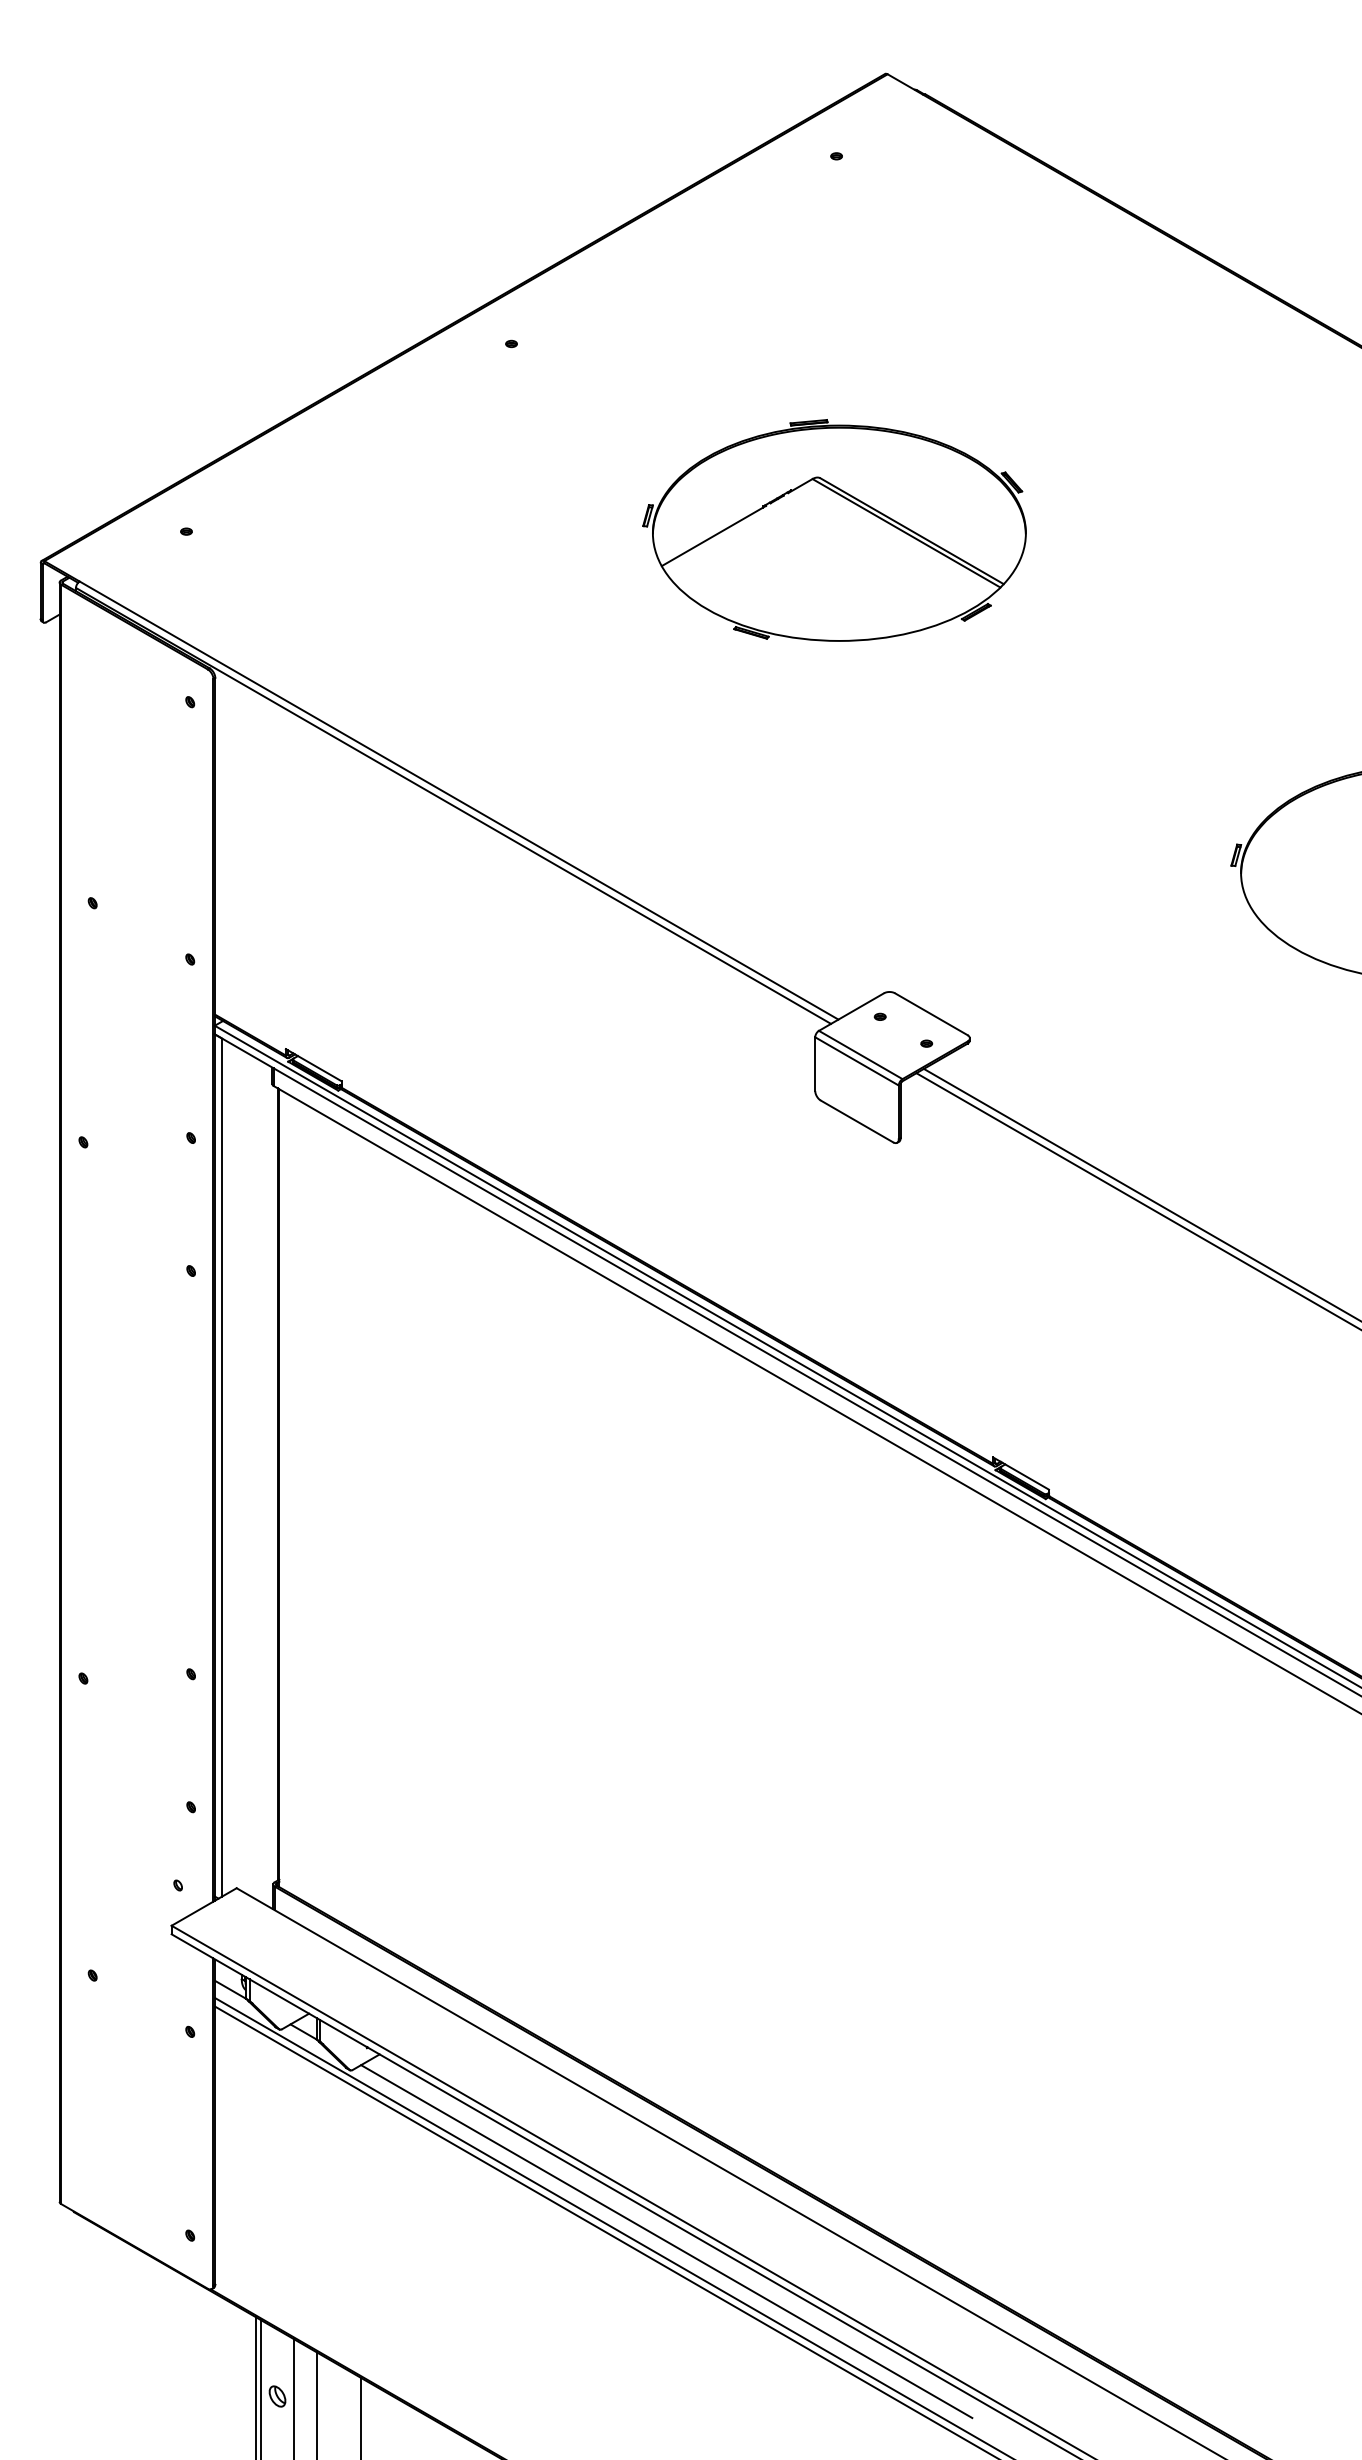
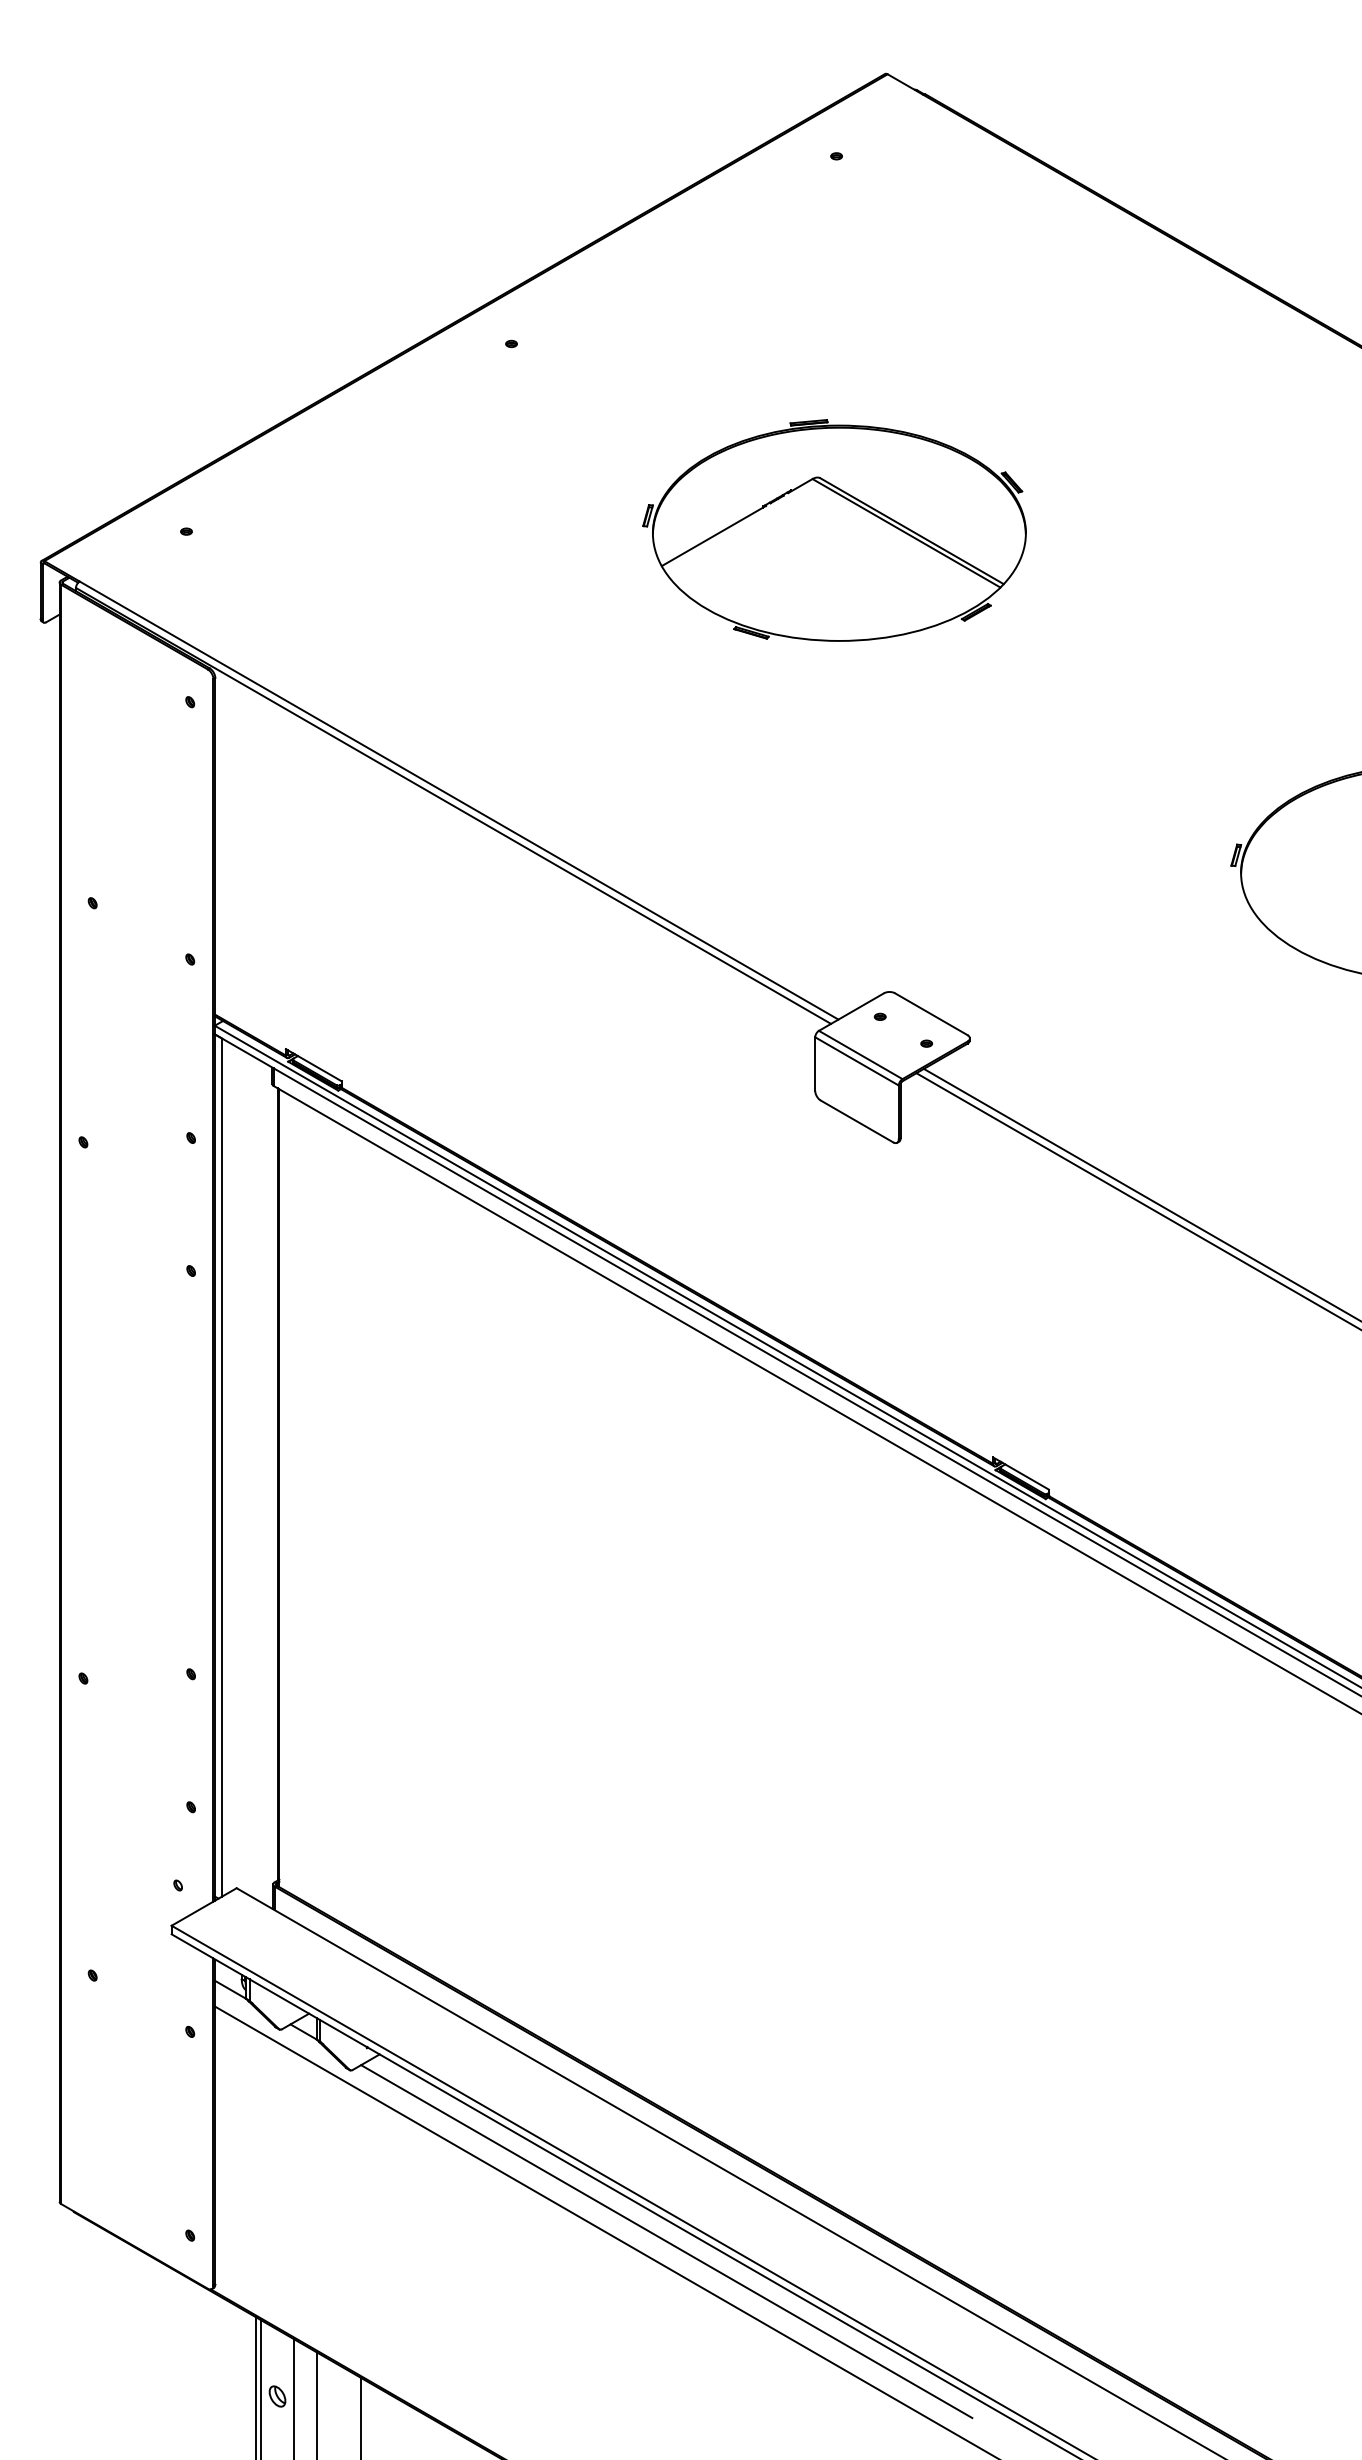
line at (612, 2227): present -> none
